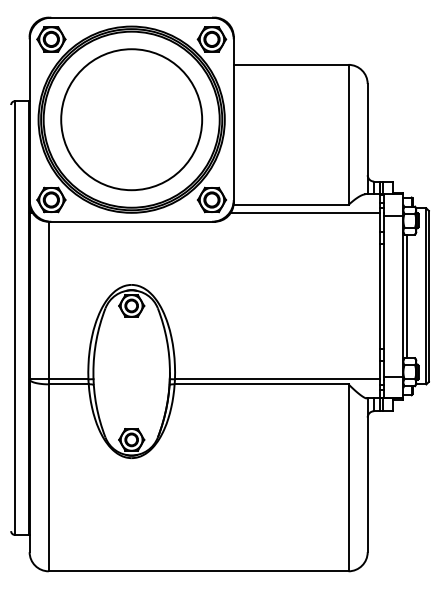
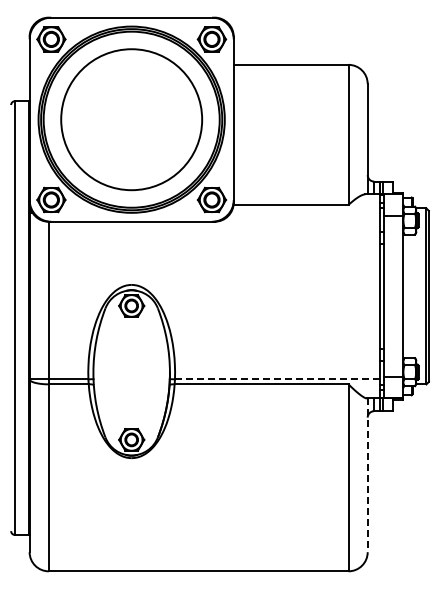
line at (305, 213): present -> none
line at (407, 296): present -> none
line at (277, 379): solid -> dashed
line at (367, 475): solid -> dashed
